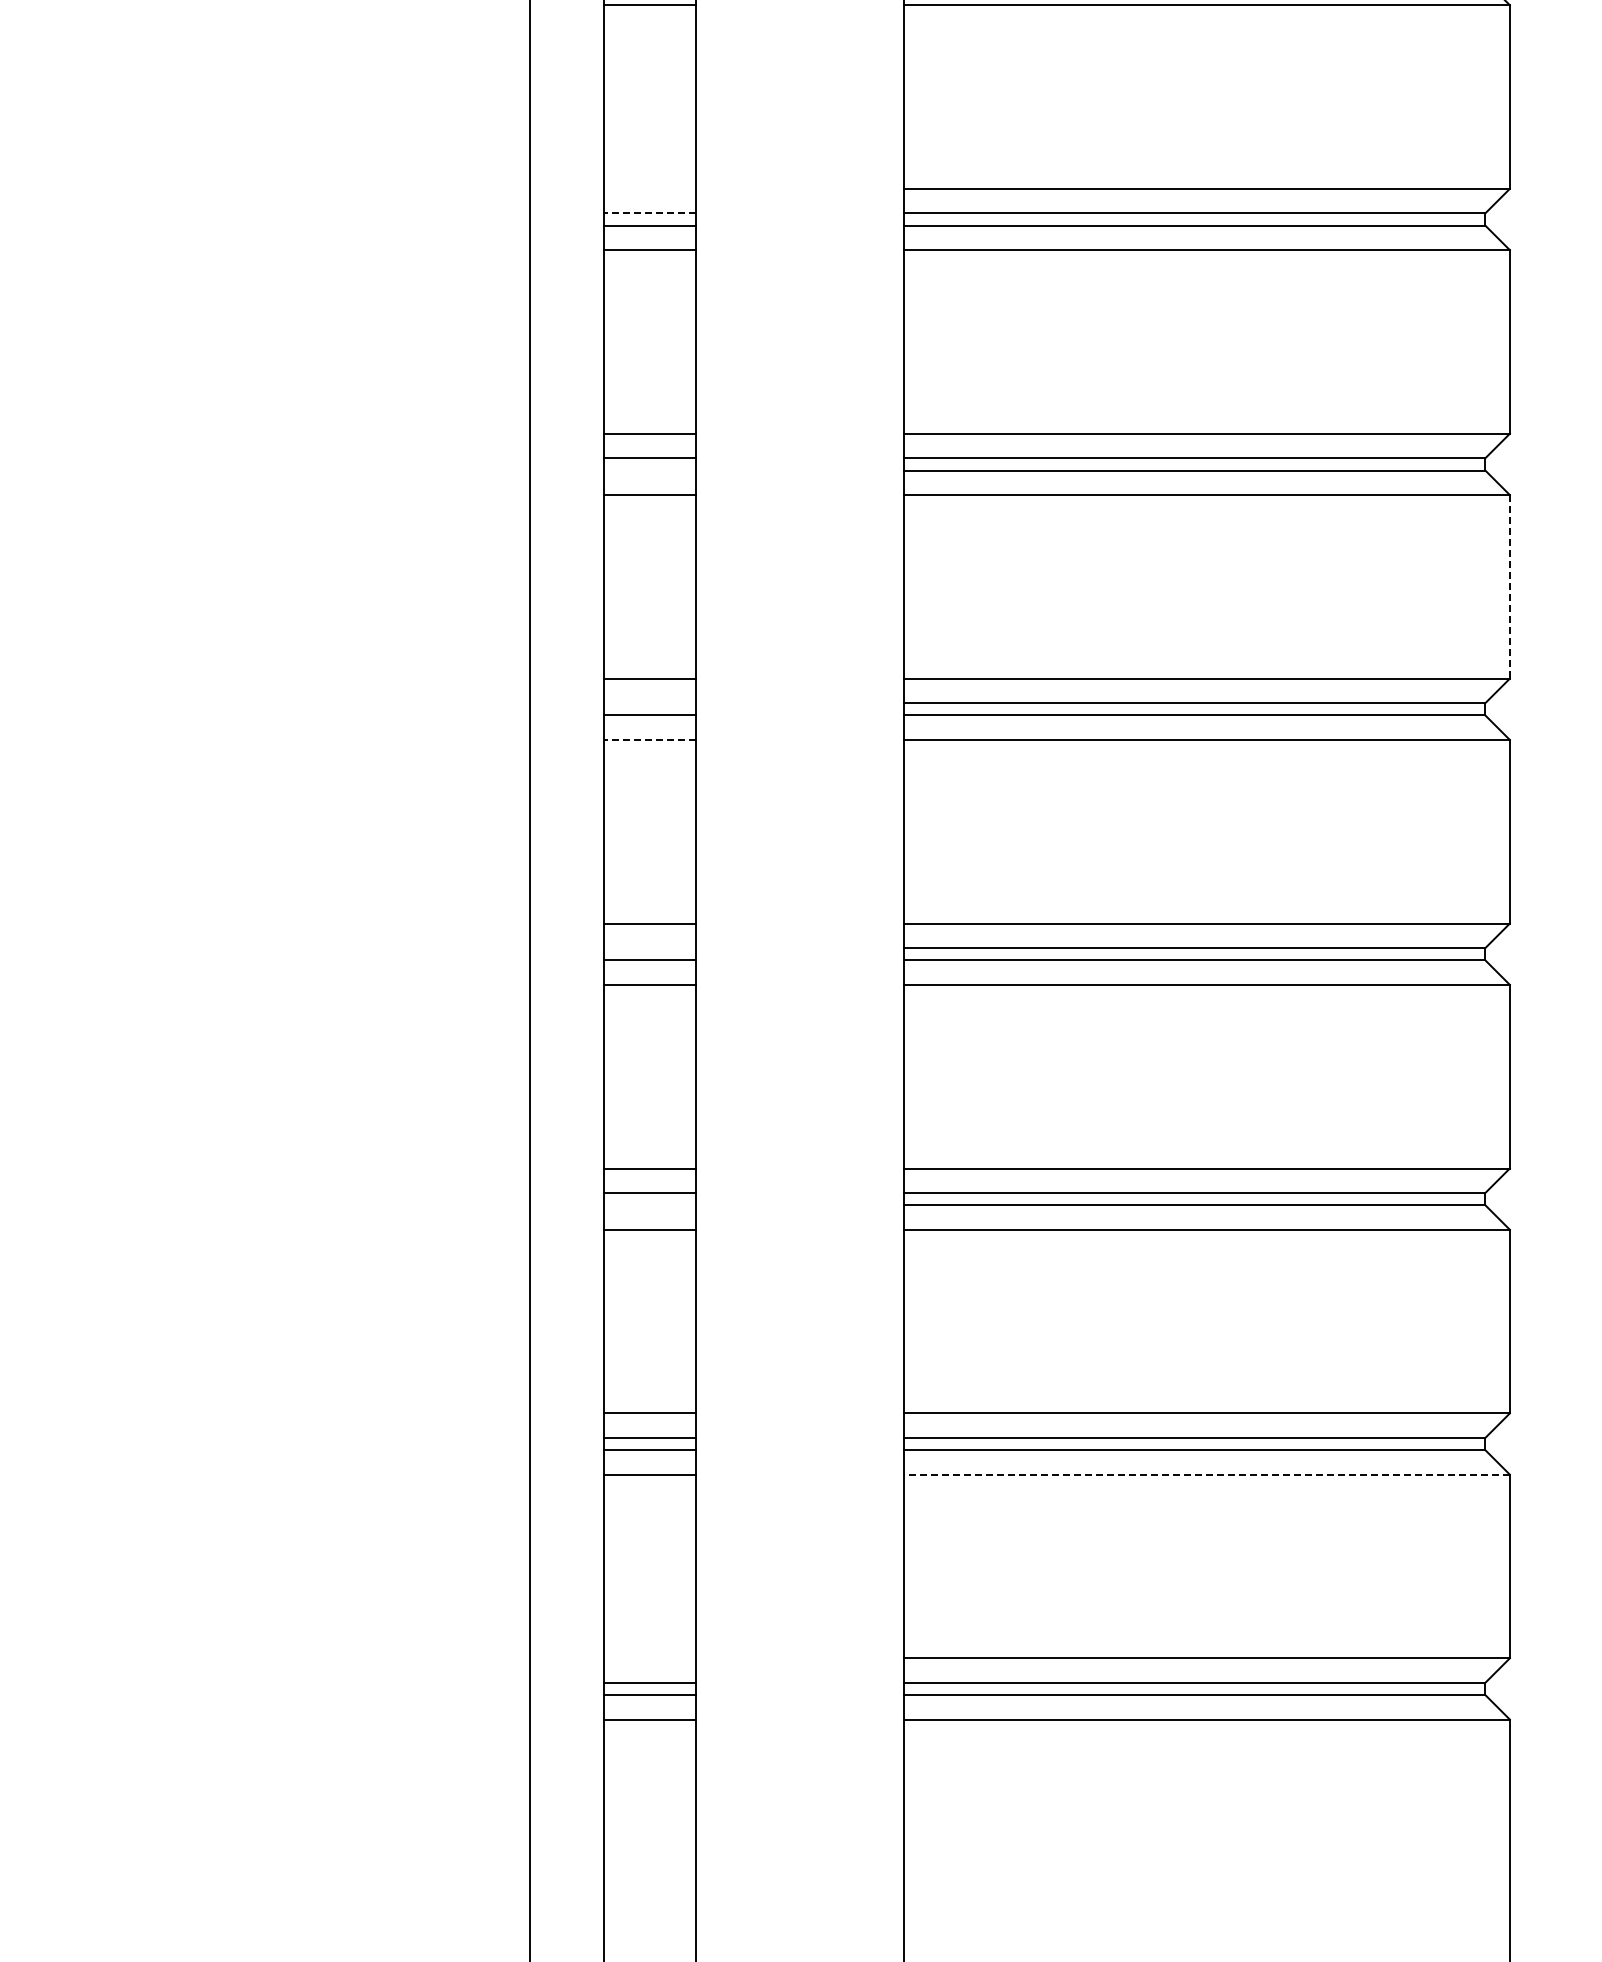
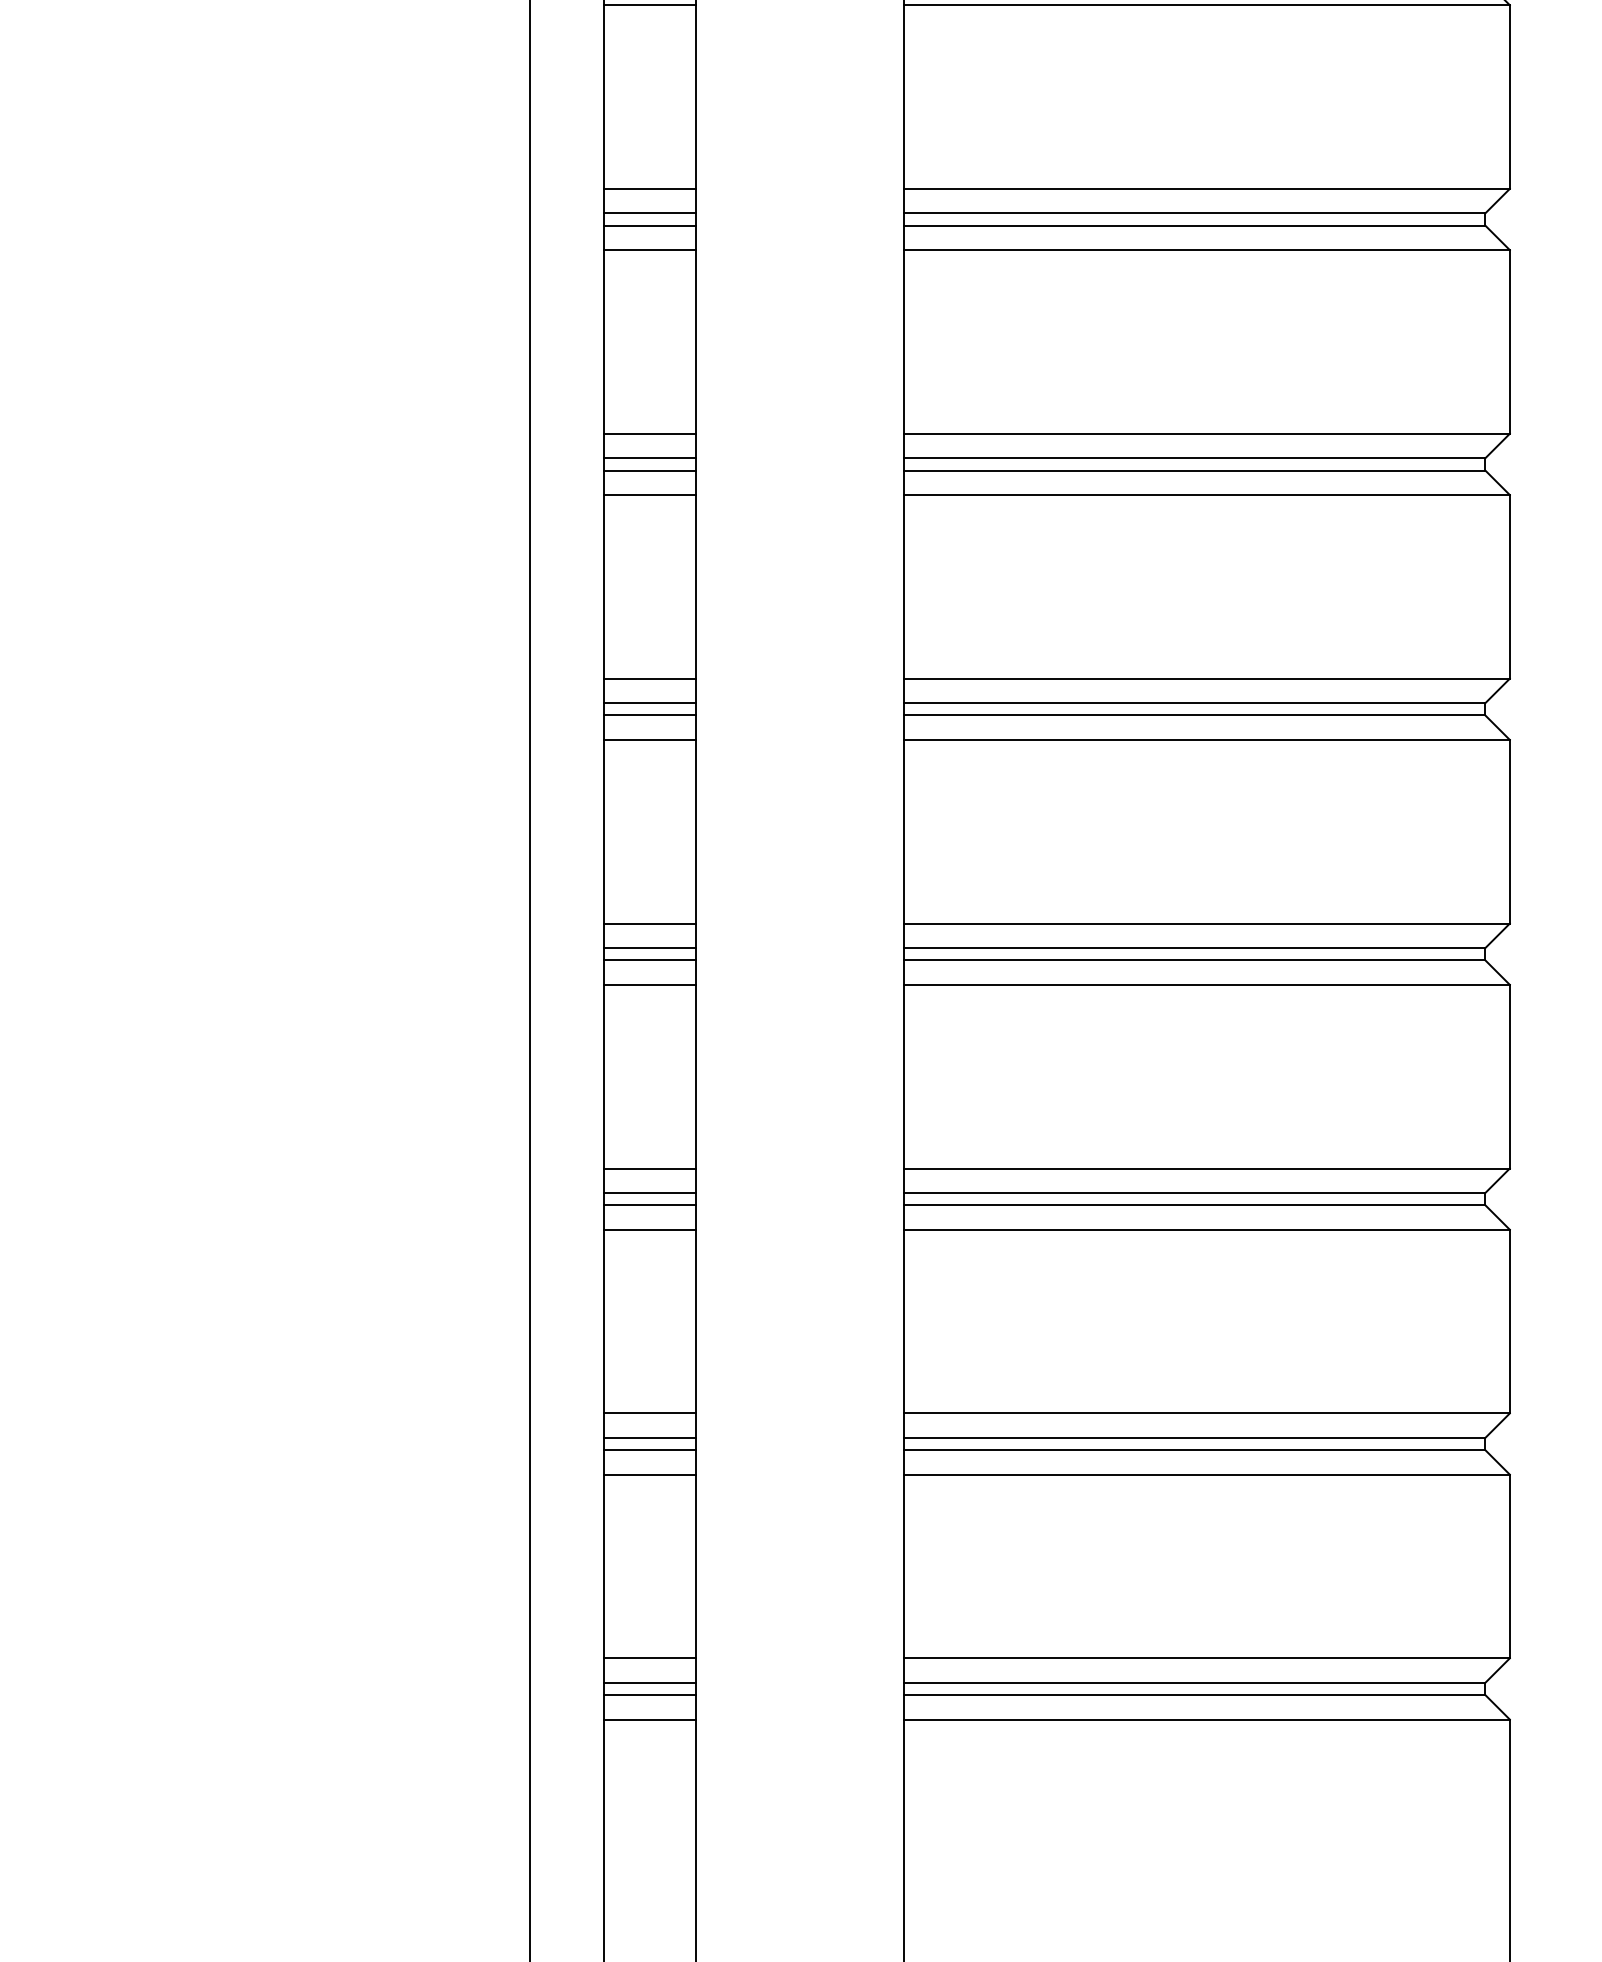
line at (649, 188): none -> present
line at (649, 213): dashed -> solid
line at (649, 470): none -> present
line at (1509, 586): dashed -> solid
line at (649, 703): none -> present
line at (649, 739): dashed -> solid
line at (649, 948): none -> present
line at (649, 1205): none -> present
line at (1206, 1474): dashed -> solid
line at (649, 1658): none -> present
